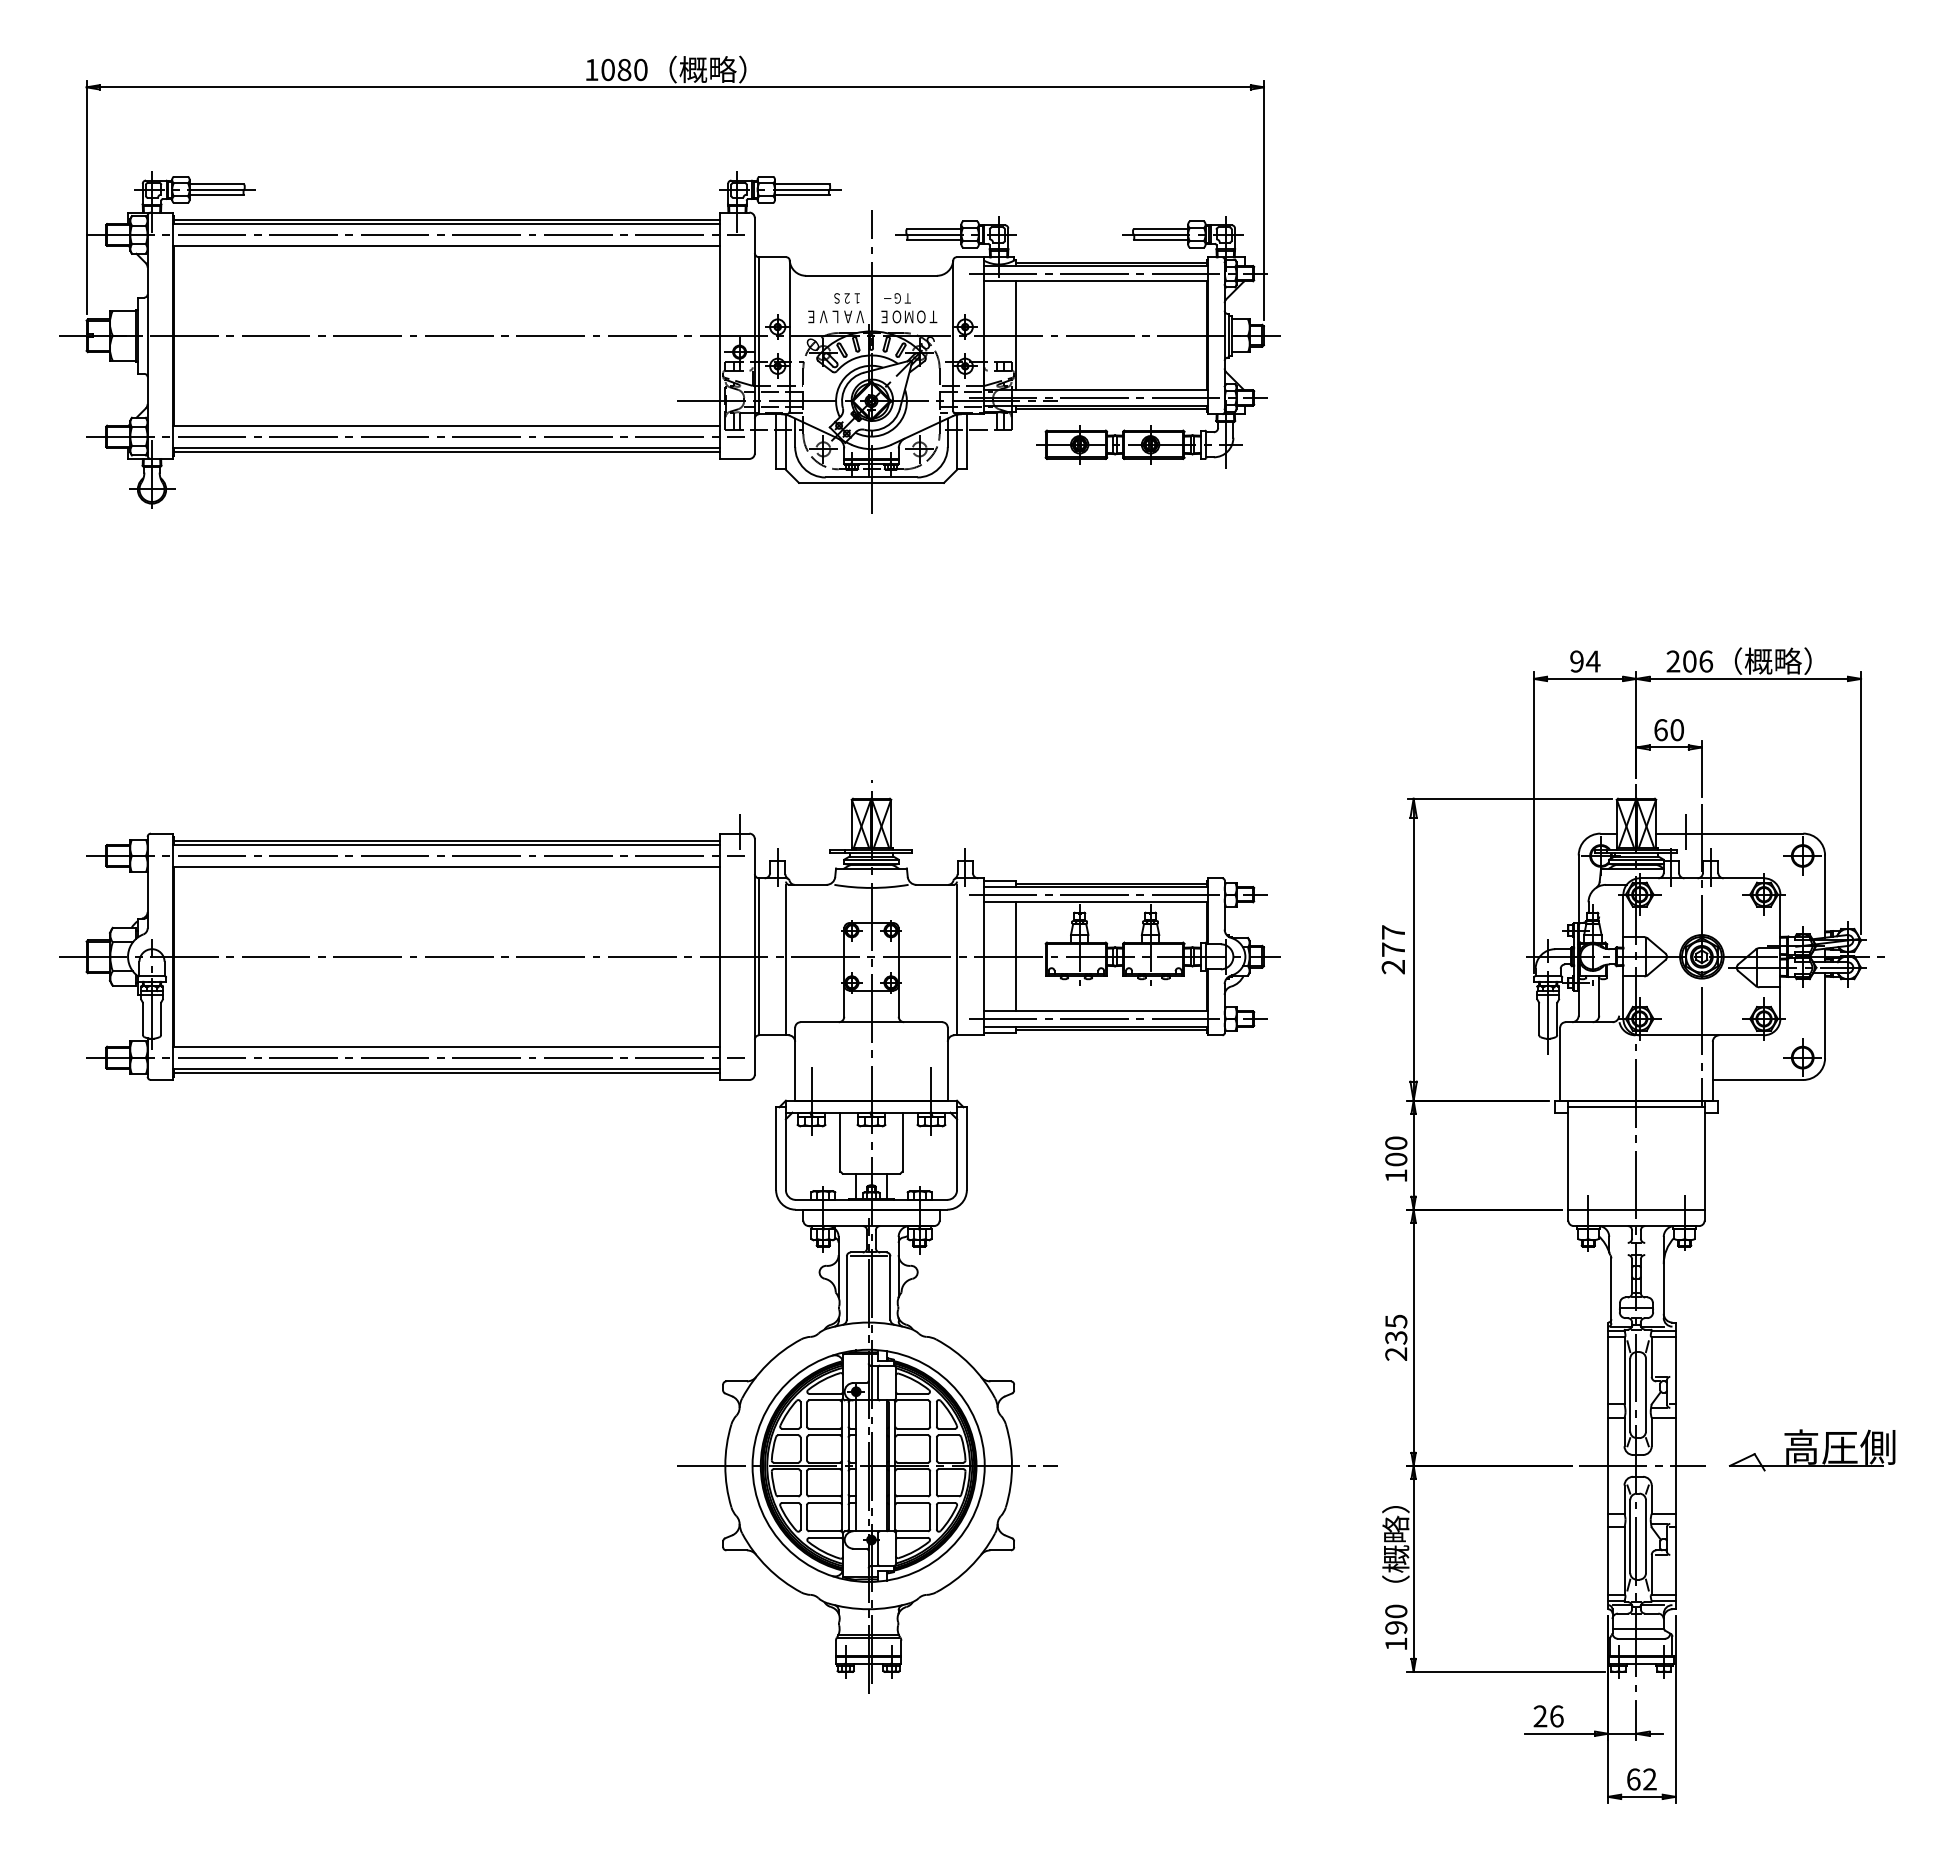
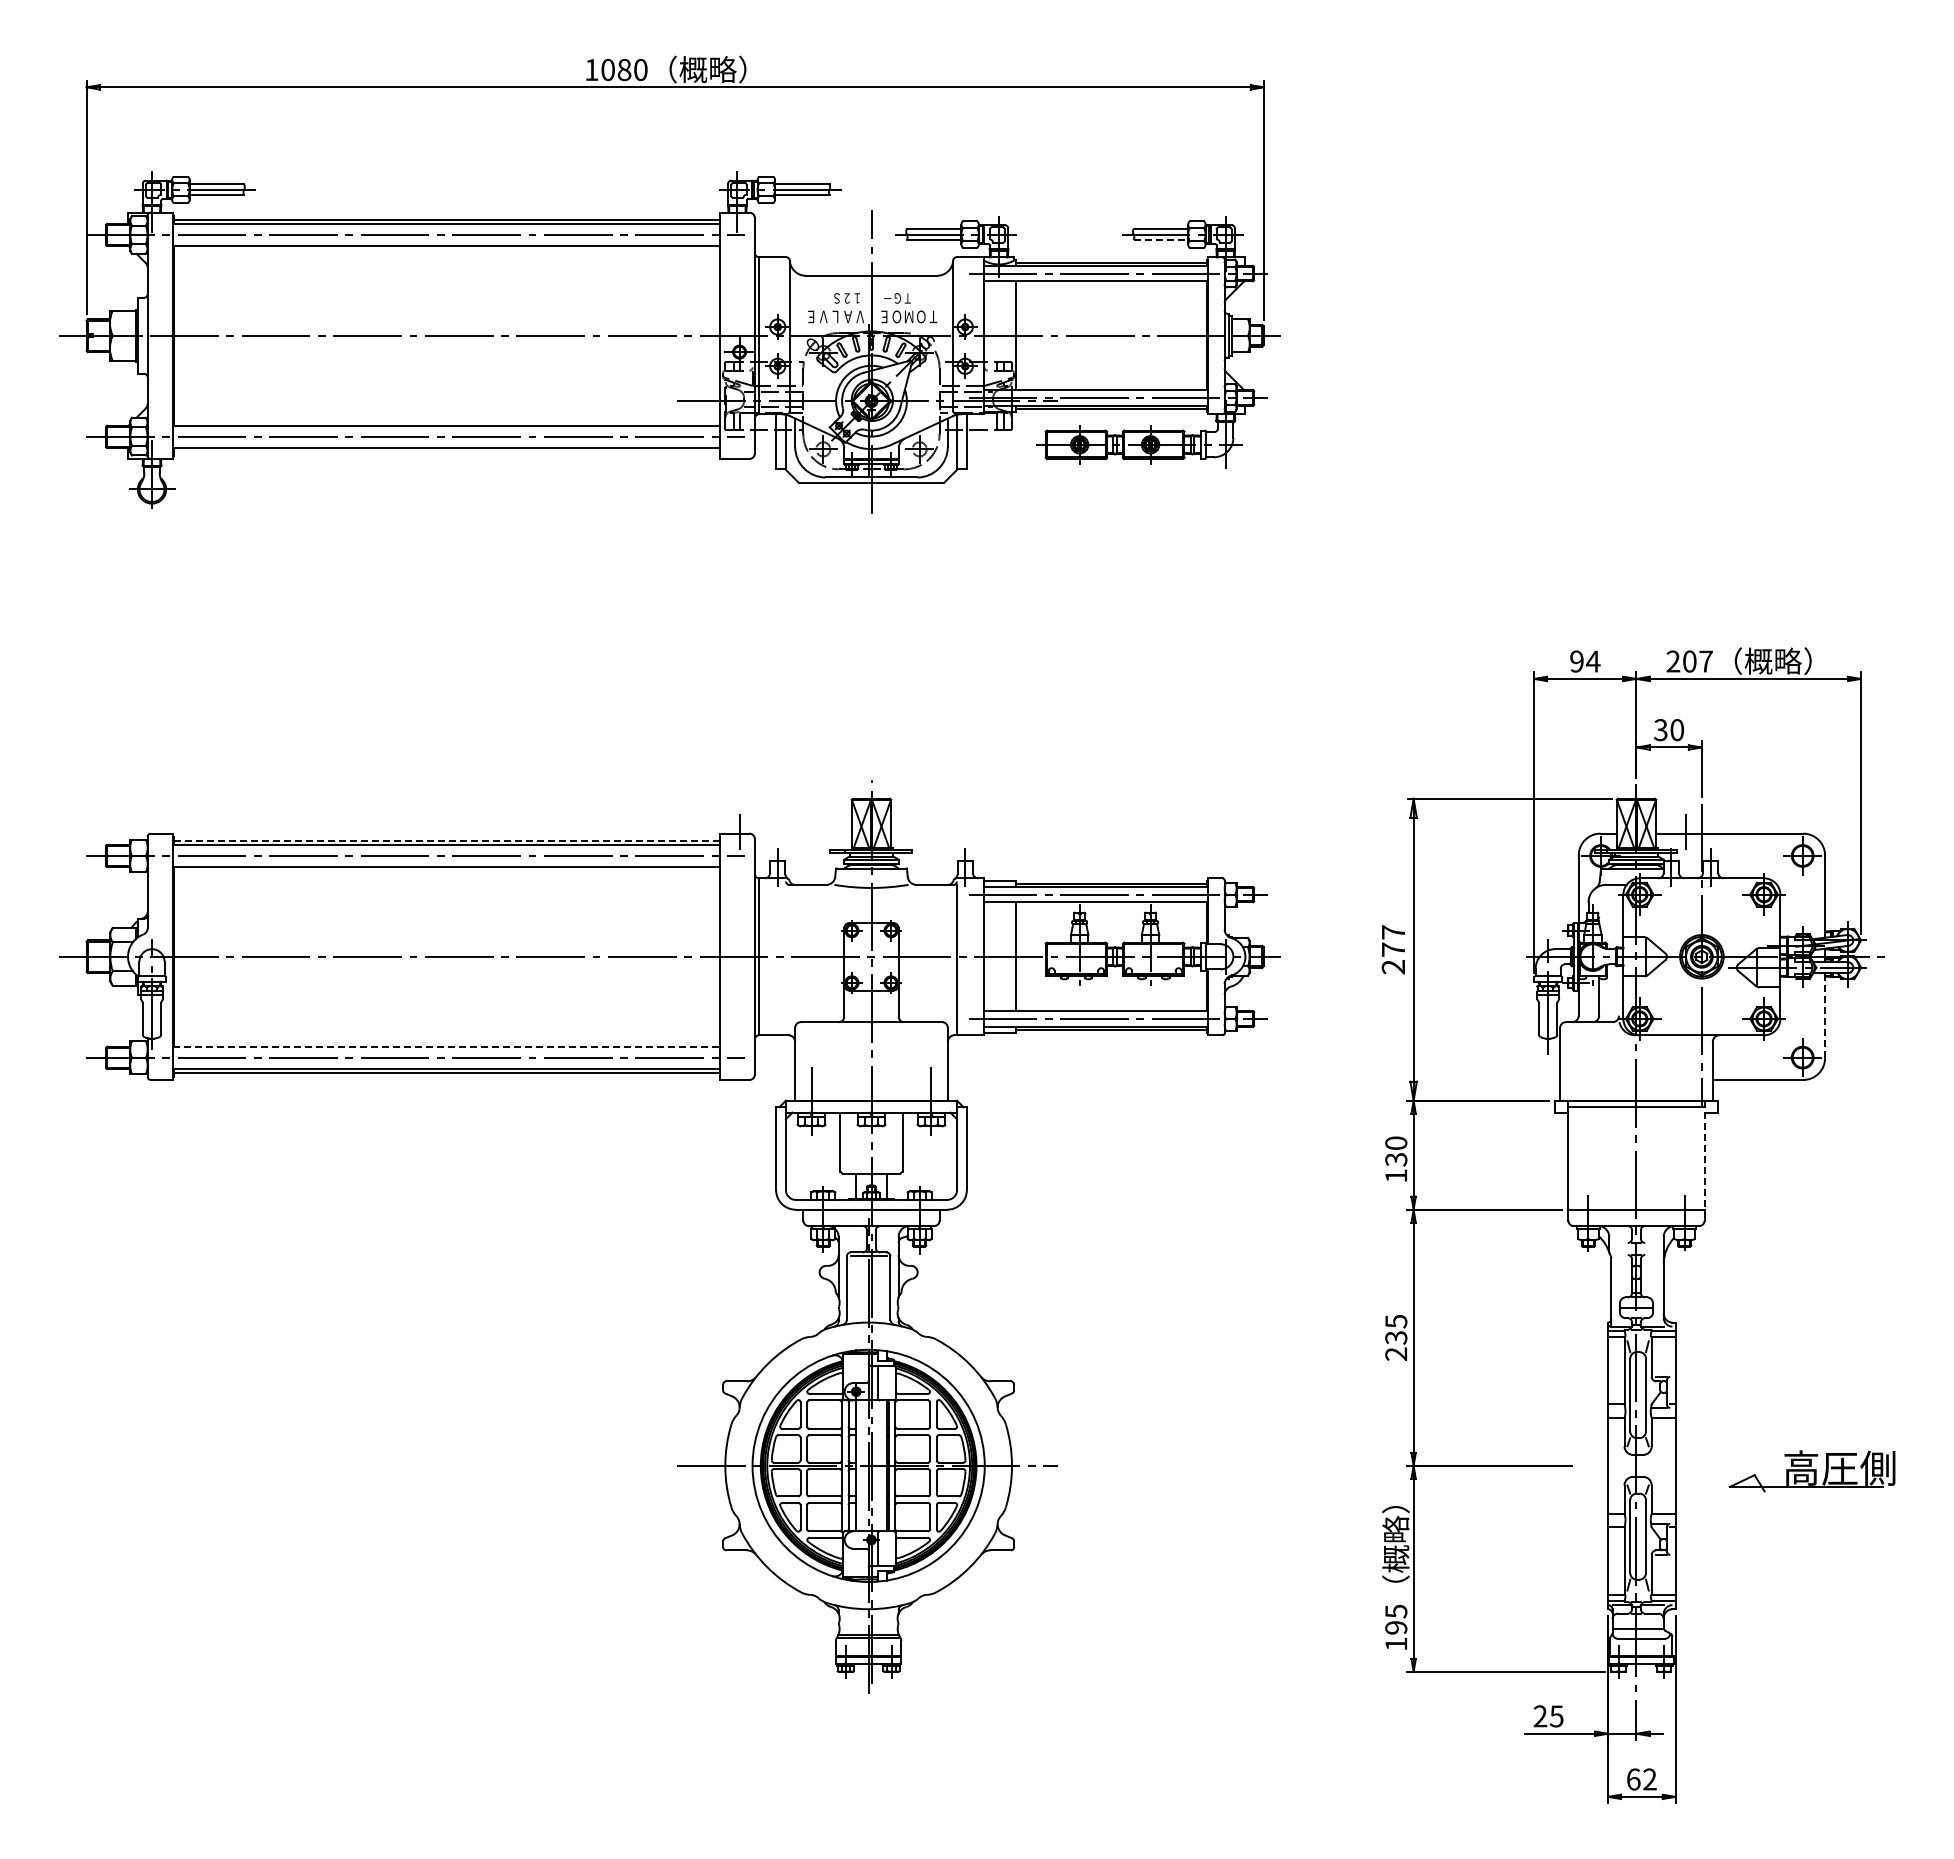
line at (1161, 239): solid -> dashed
line at (446, 451): present -> none
text at (1706, 661): 206 -> 207
text at (1660, 730): 60 -> 30
line at (447, 840): solid -> dashed
line at (786, 959): present -> none
line at (1825, 1015): solid -> dashed
line at (446, 1046): solid -> dashed
line at (1704, 1155): solid -> dashed
text at (1396, 1159): 100 -> 130
part at (1812, 1450) position: (1812, 1450) -> (1812, 1471)
line at (1642, 1465): present -> none
text at (1396, 1611): 190 -> 195
text at (1556, 1716): 26 -> 25
